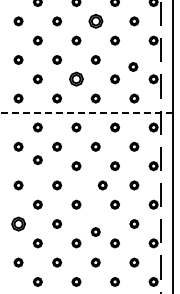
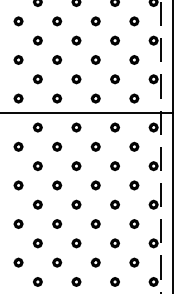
part at (95, 21) size: 16x15 px -> 11x11 px
part at (133, 66) position: (133, 66) -> (134, 59)
part at (76, 78) size: 15x16 px -> 11x11 px
line at (86, 113): dashed -> solid
part at (37, 160) position: (37, 160) -> (37, 166)
part at (102, 185) position: (102, 185) -> (95, 185)
part at (18, 223) size: 15x16 px -> 11x10 px
part at (95, 231) position: (95, 231) -> (95, 223)
